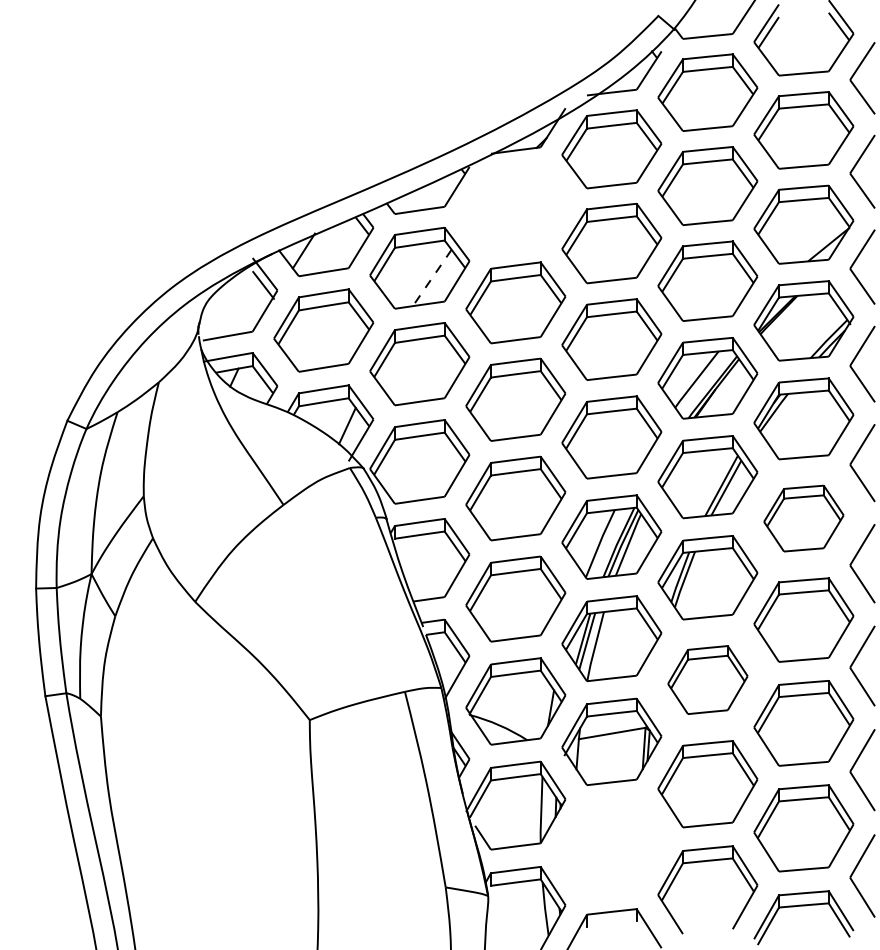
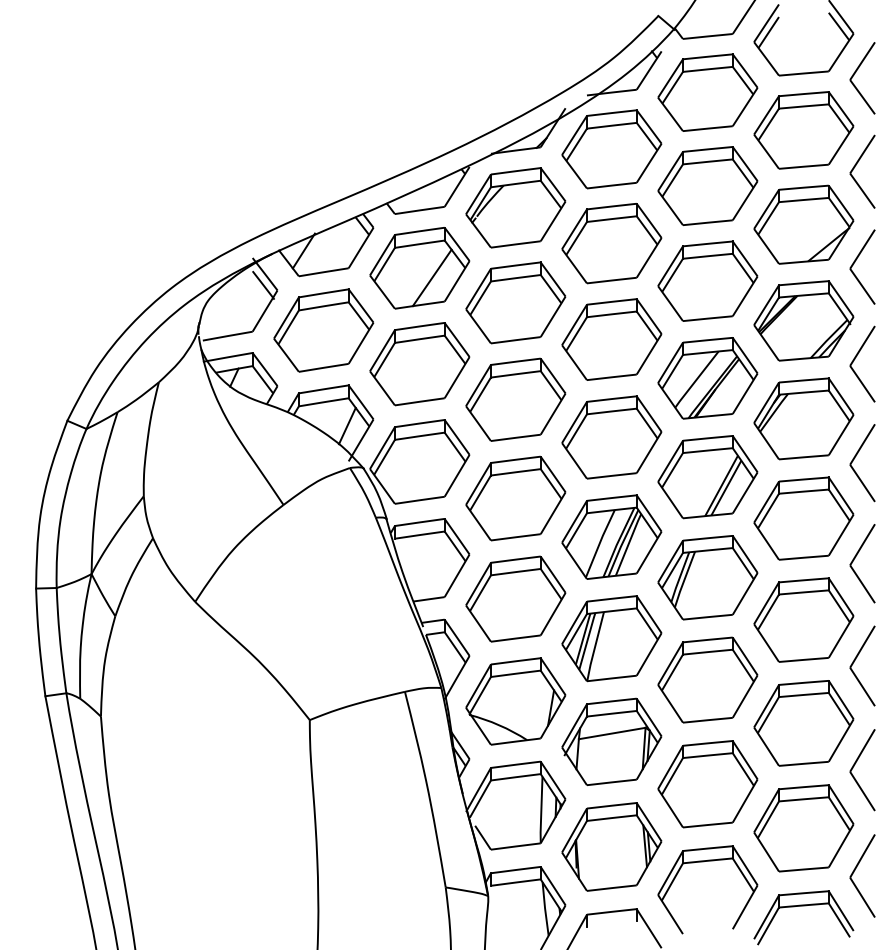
part at (515, 207): none -> present
line at (431, 278): dashed -> solid
part at (803, 518) size: 82x69 px -> 102x85 px
part at (707, 679) size: 82x70 px -> 102x88 px
part at (611, 846): none -> present
